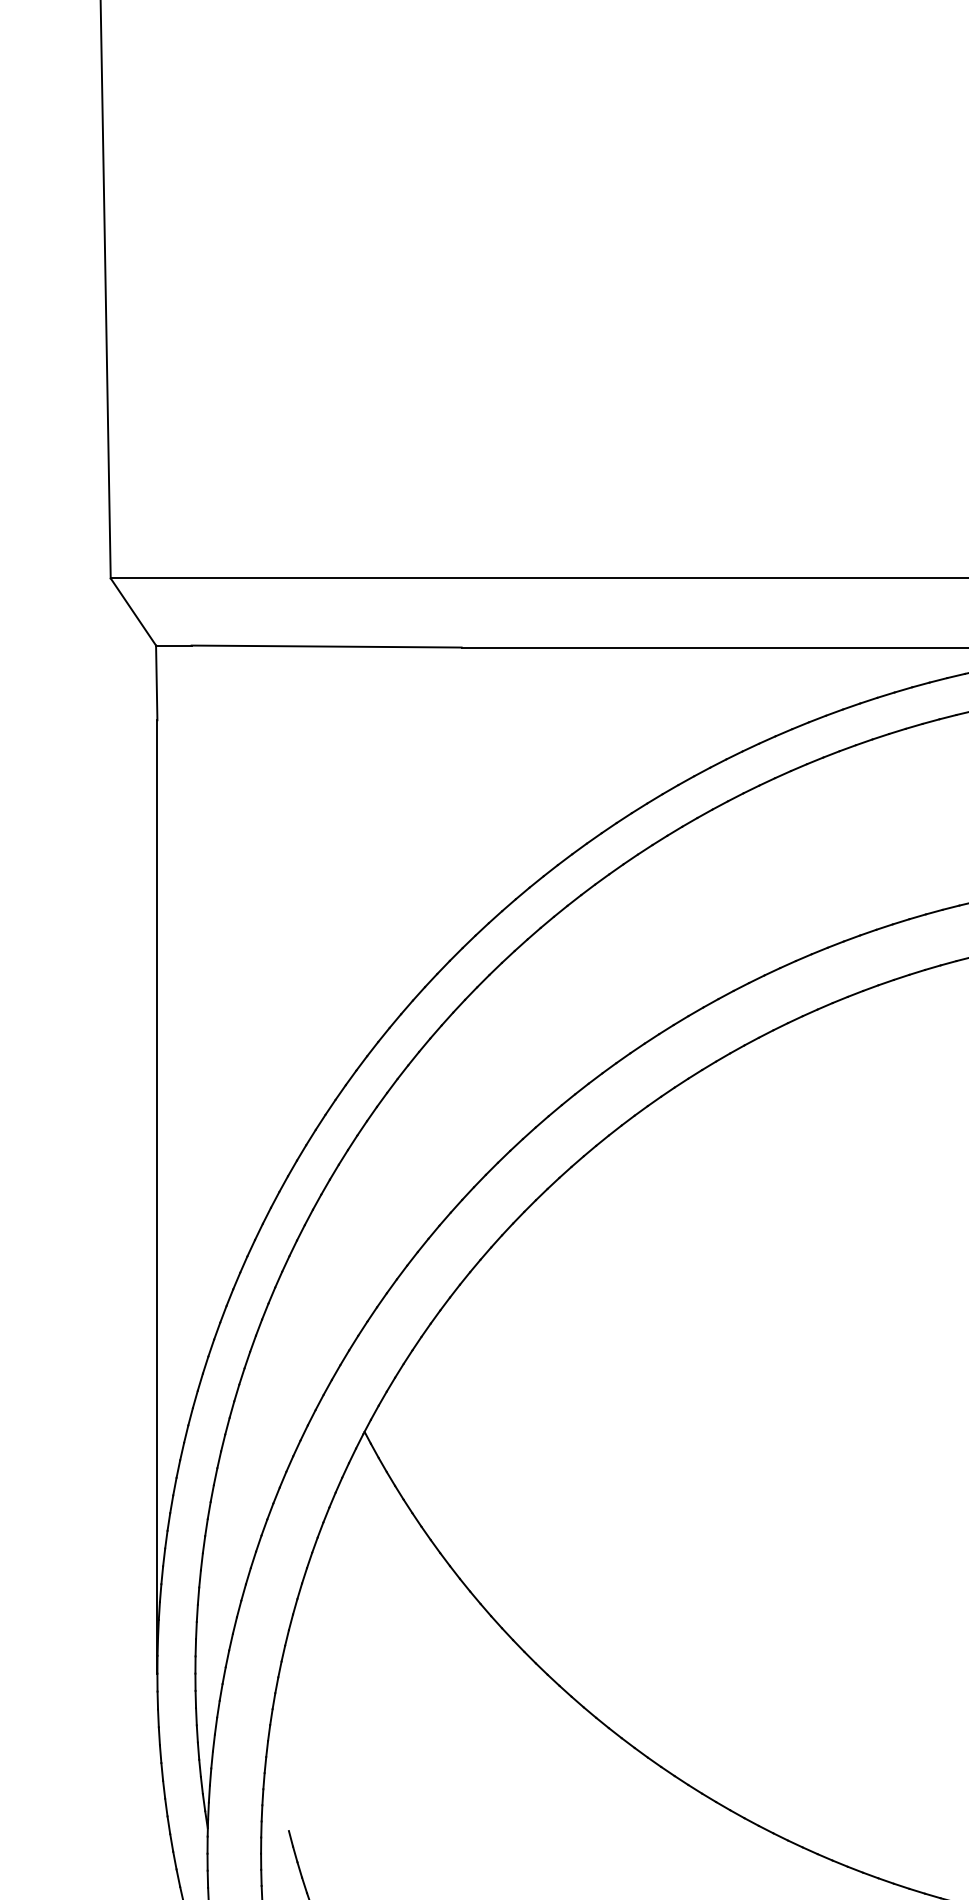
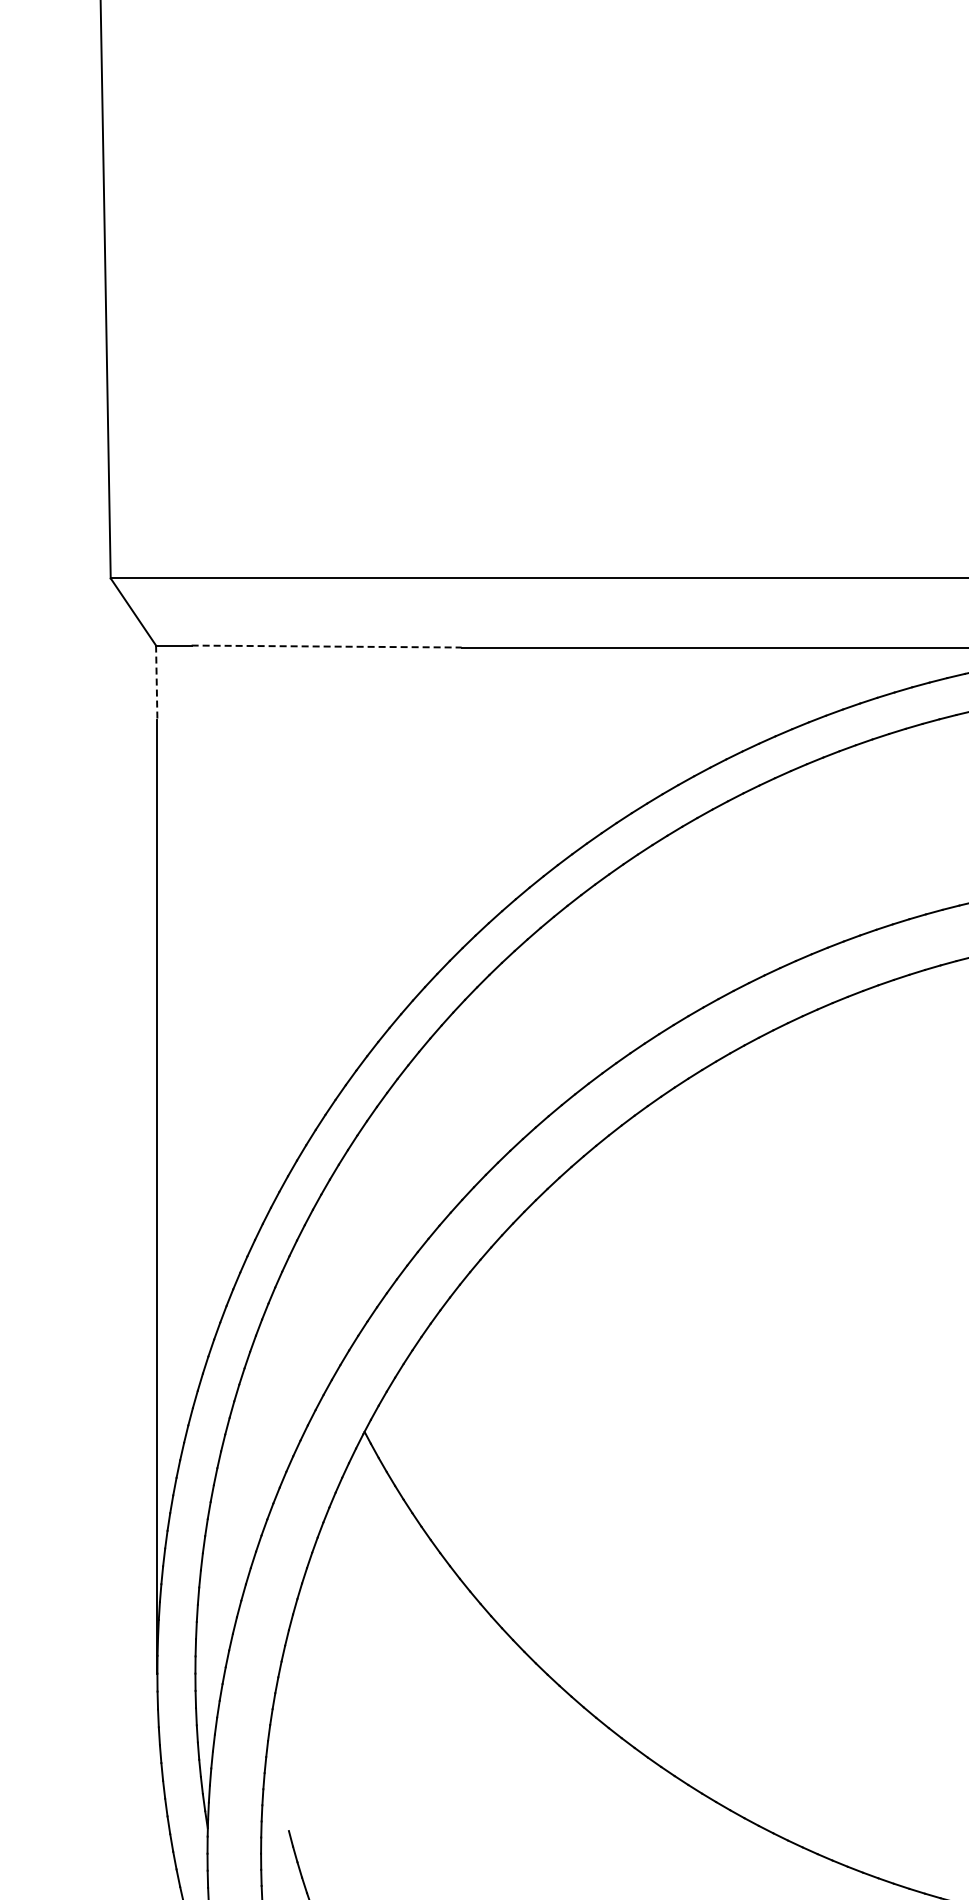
line at (327, 646): solid -> dashed
line at (156, 683): solid -> dashed
